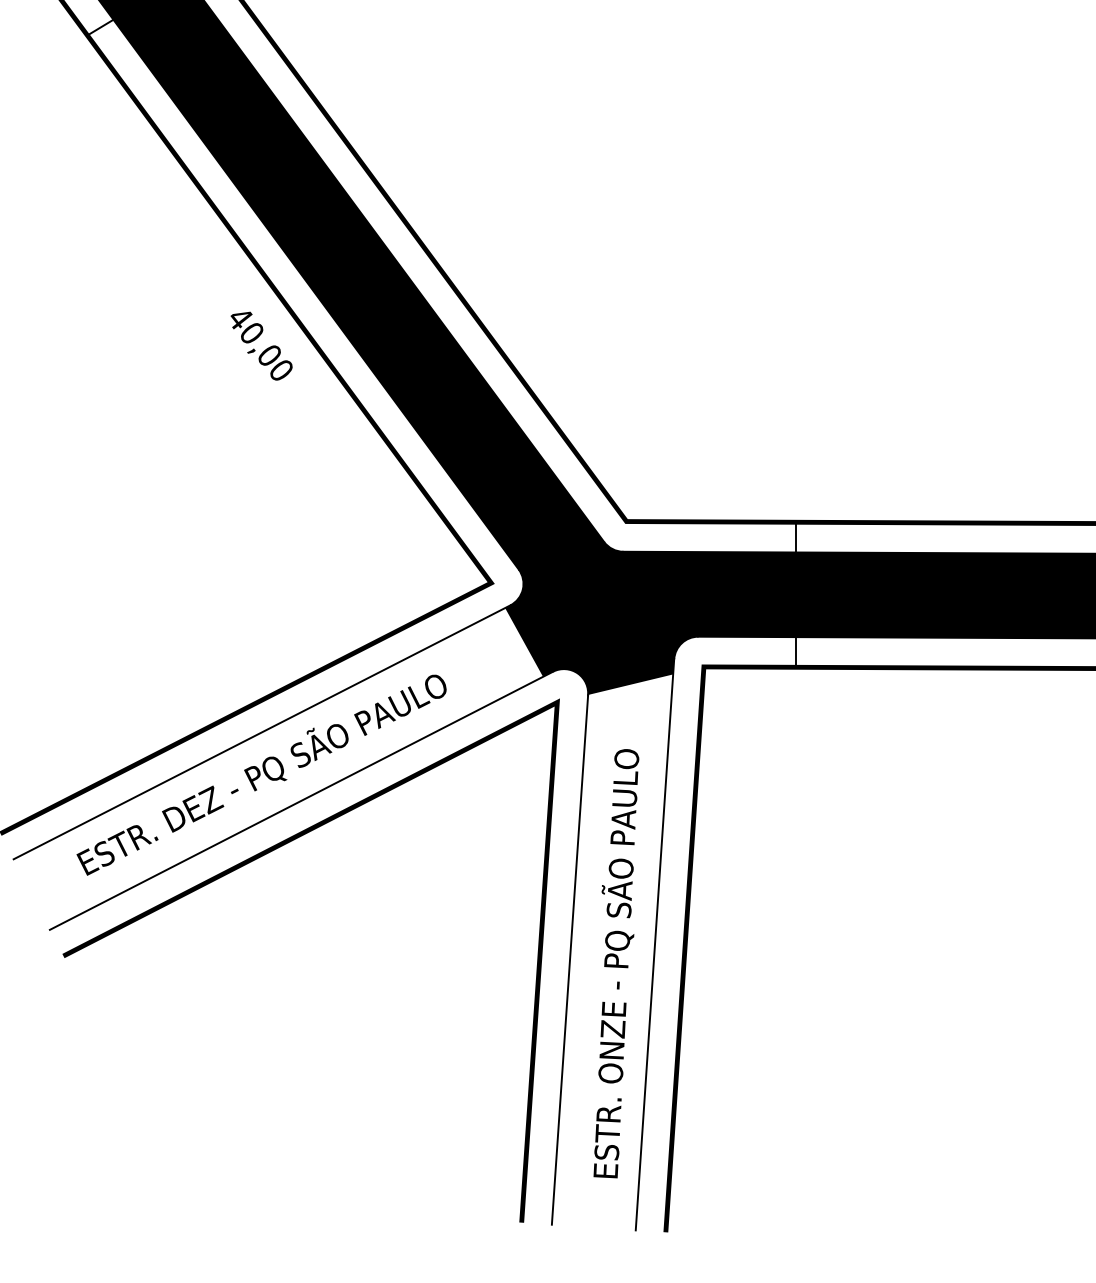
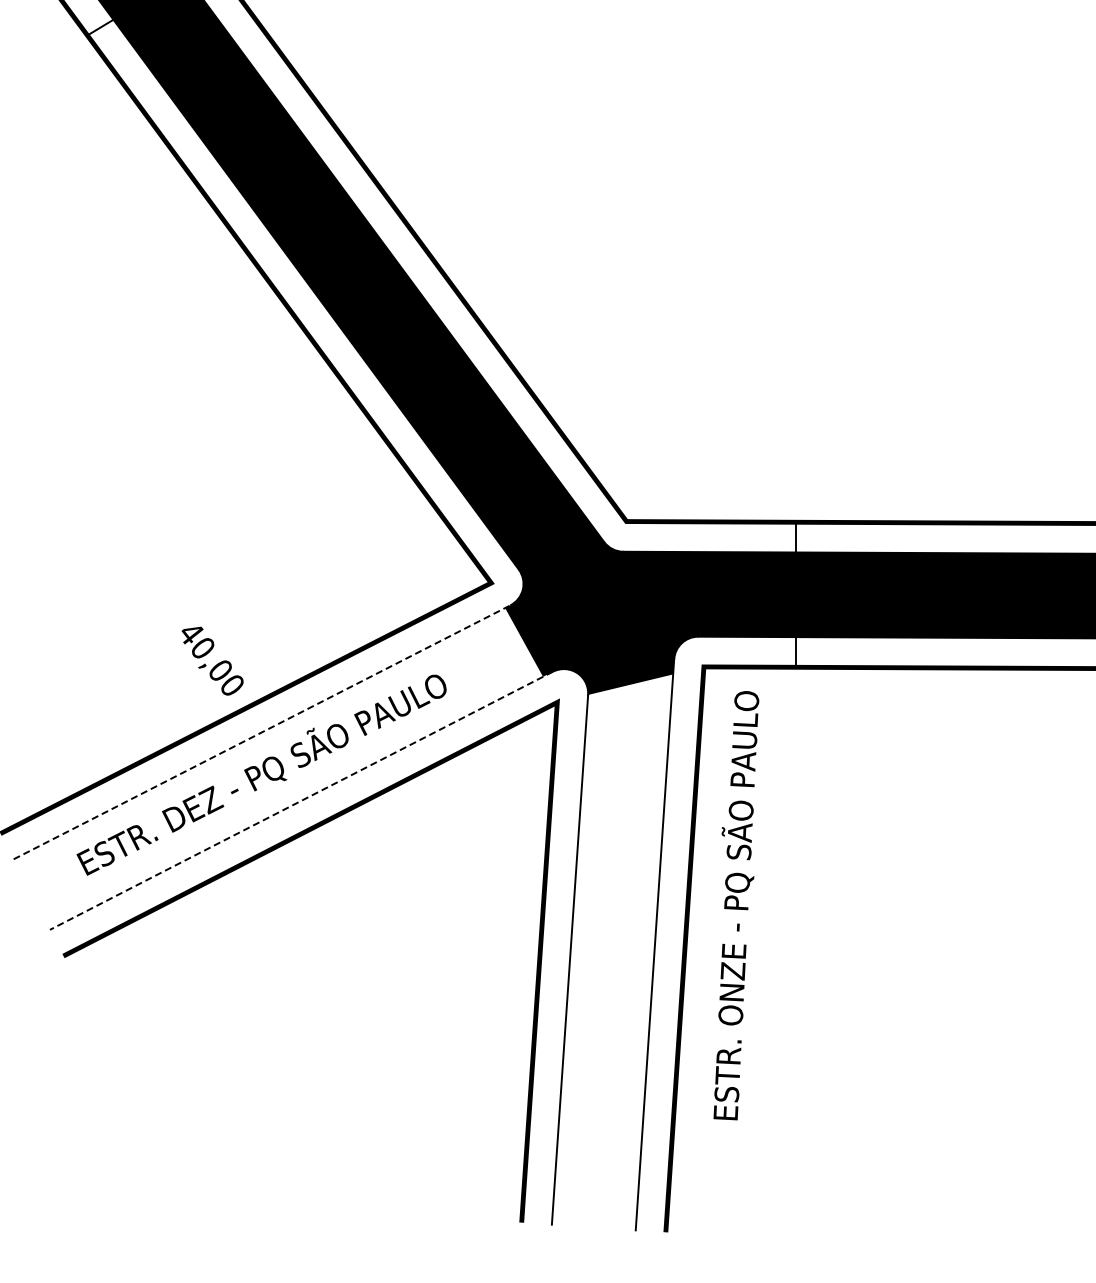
text at (261, 345) position: (261, 345) -> (212, 660)
line at (262, 732): solid -> dashed
line at (301, 800): solid -> dashed
text at (616, 963) position: (616, 963) -> (736, 905)
